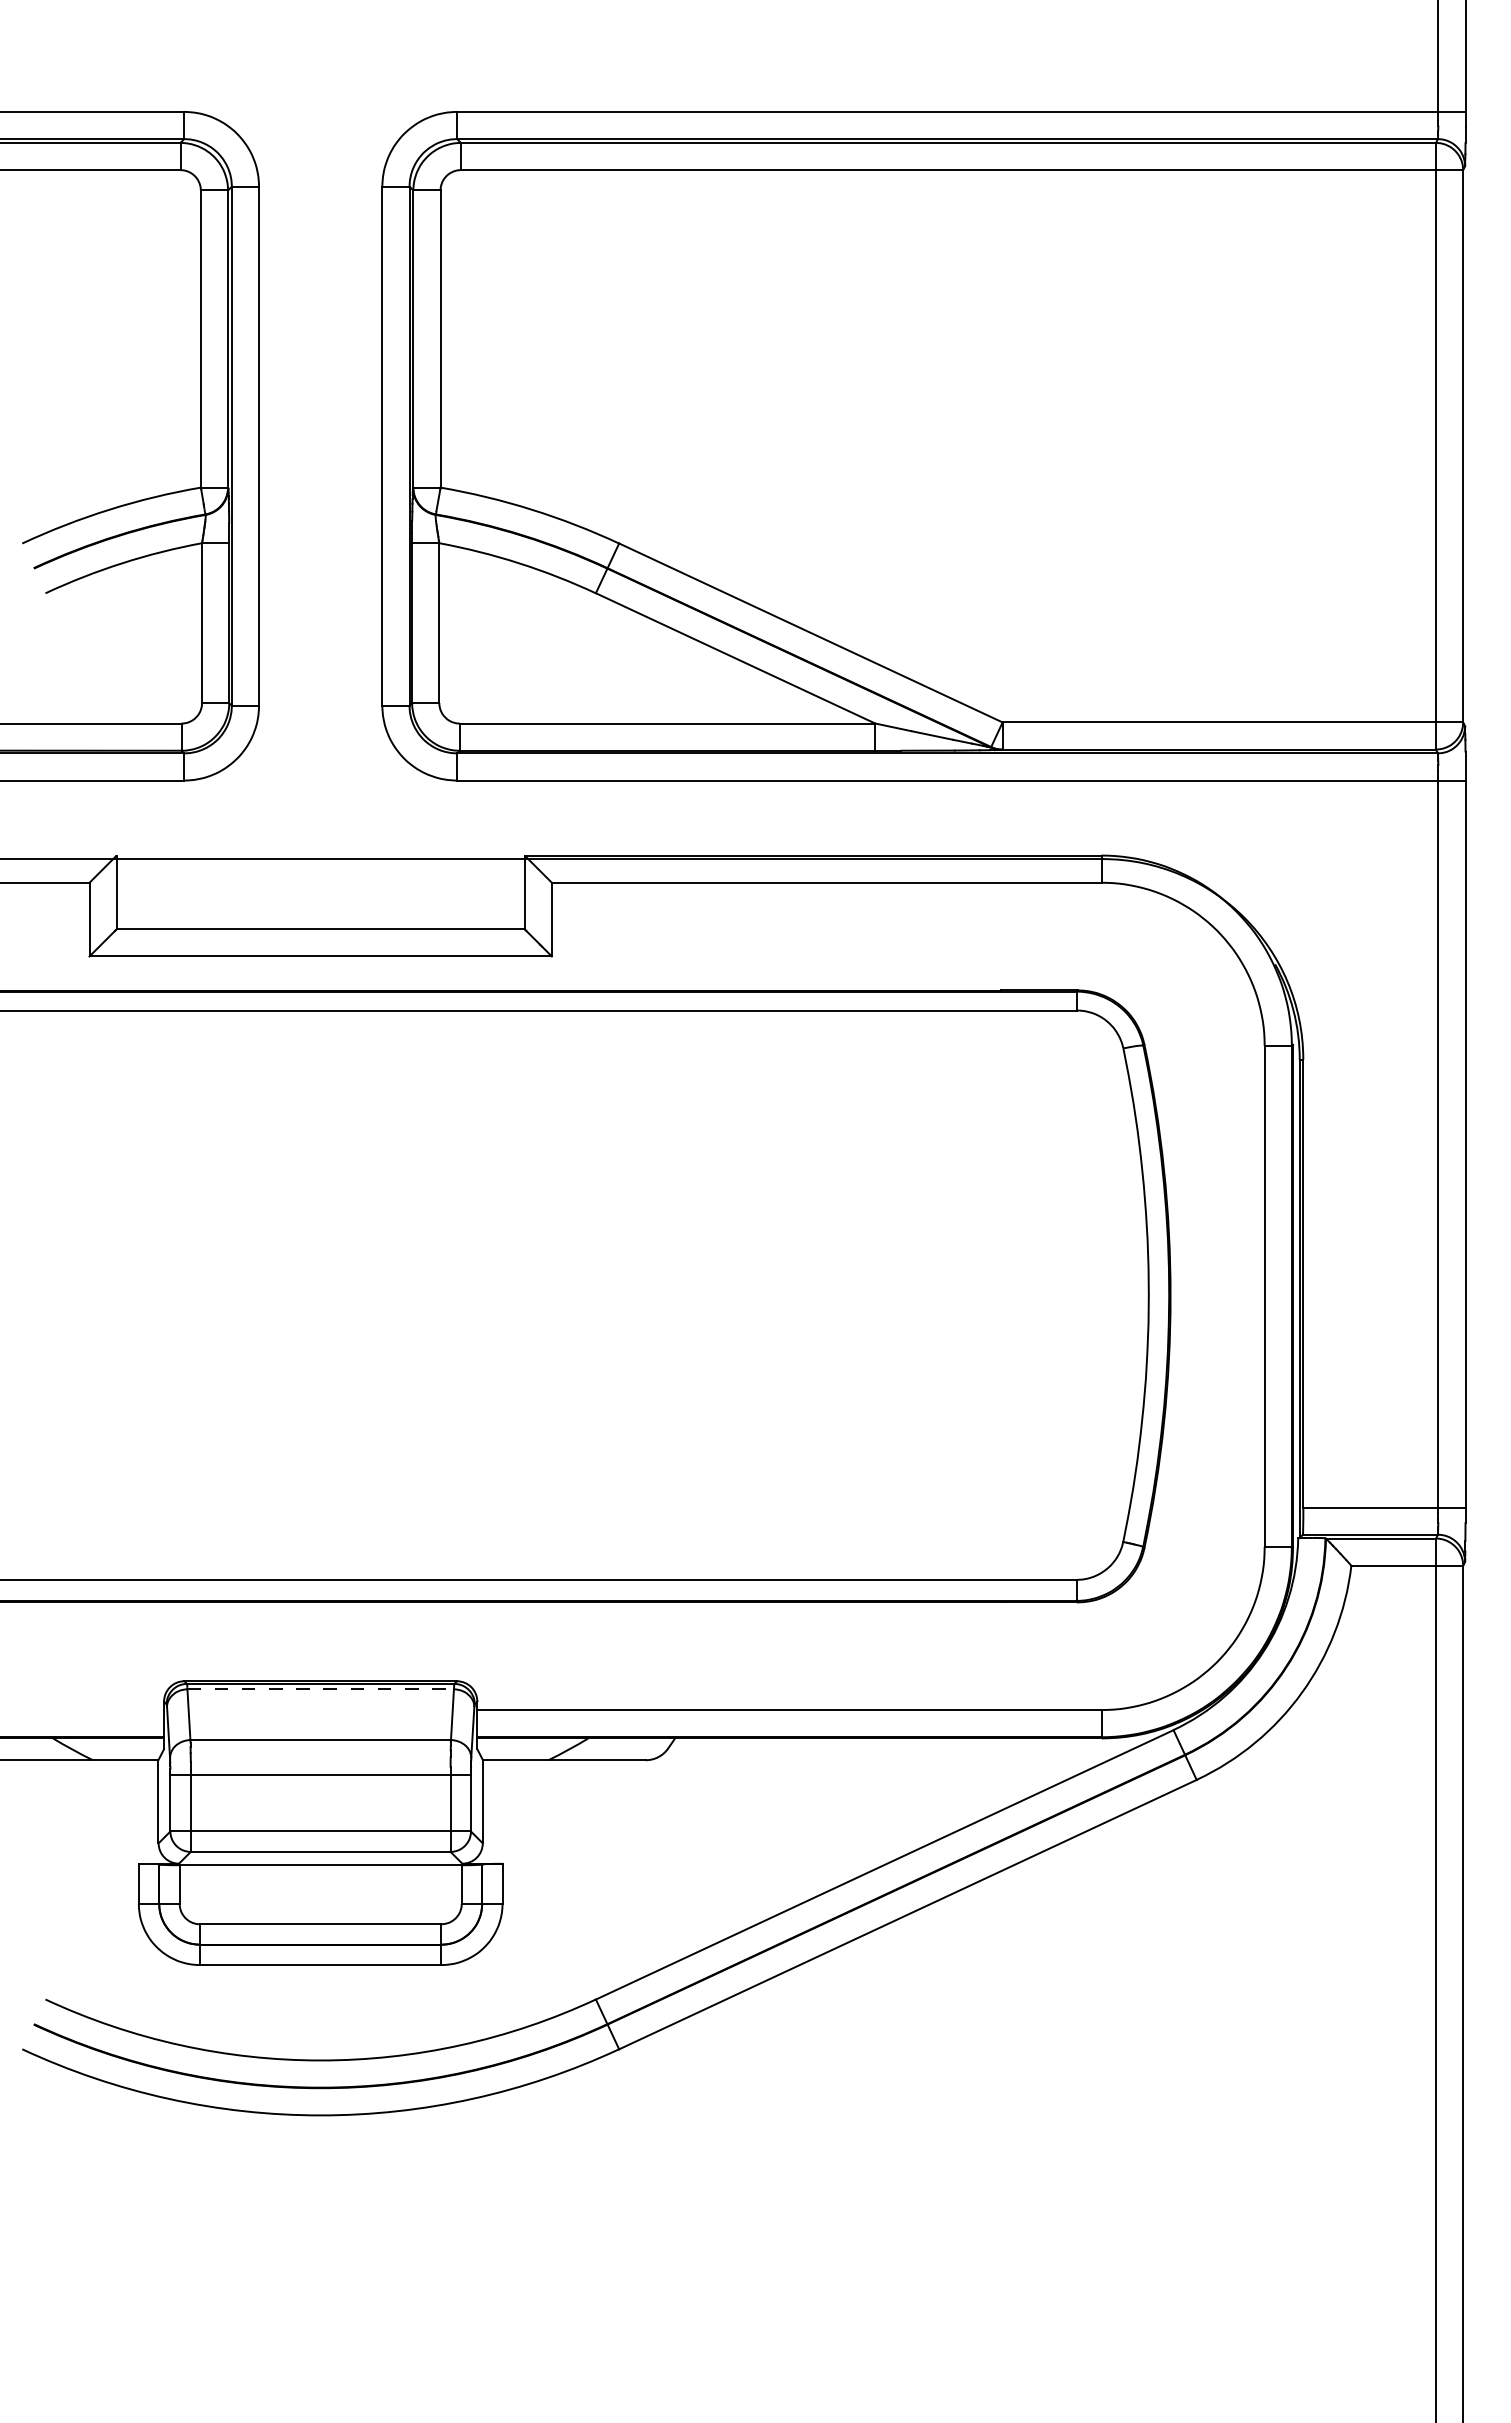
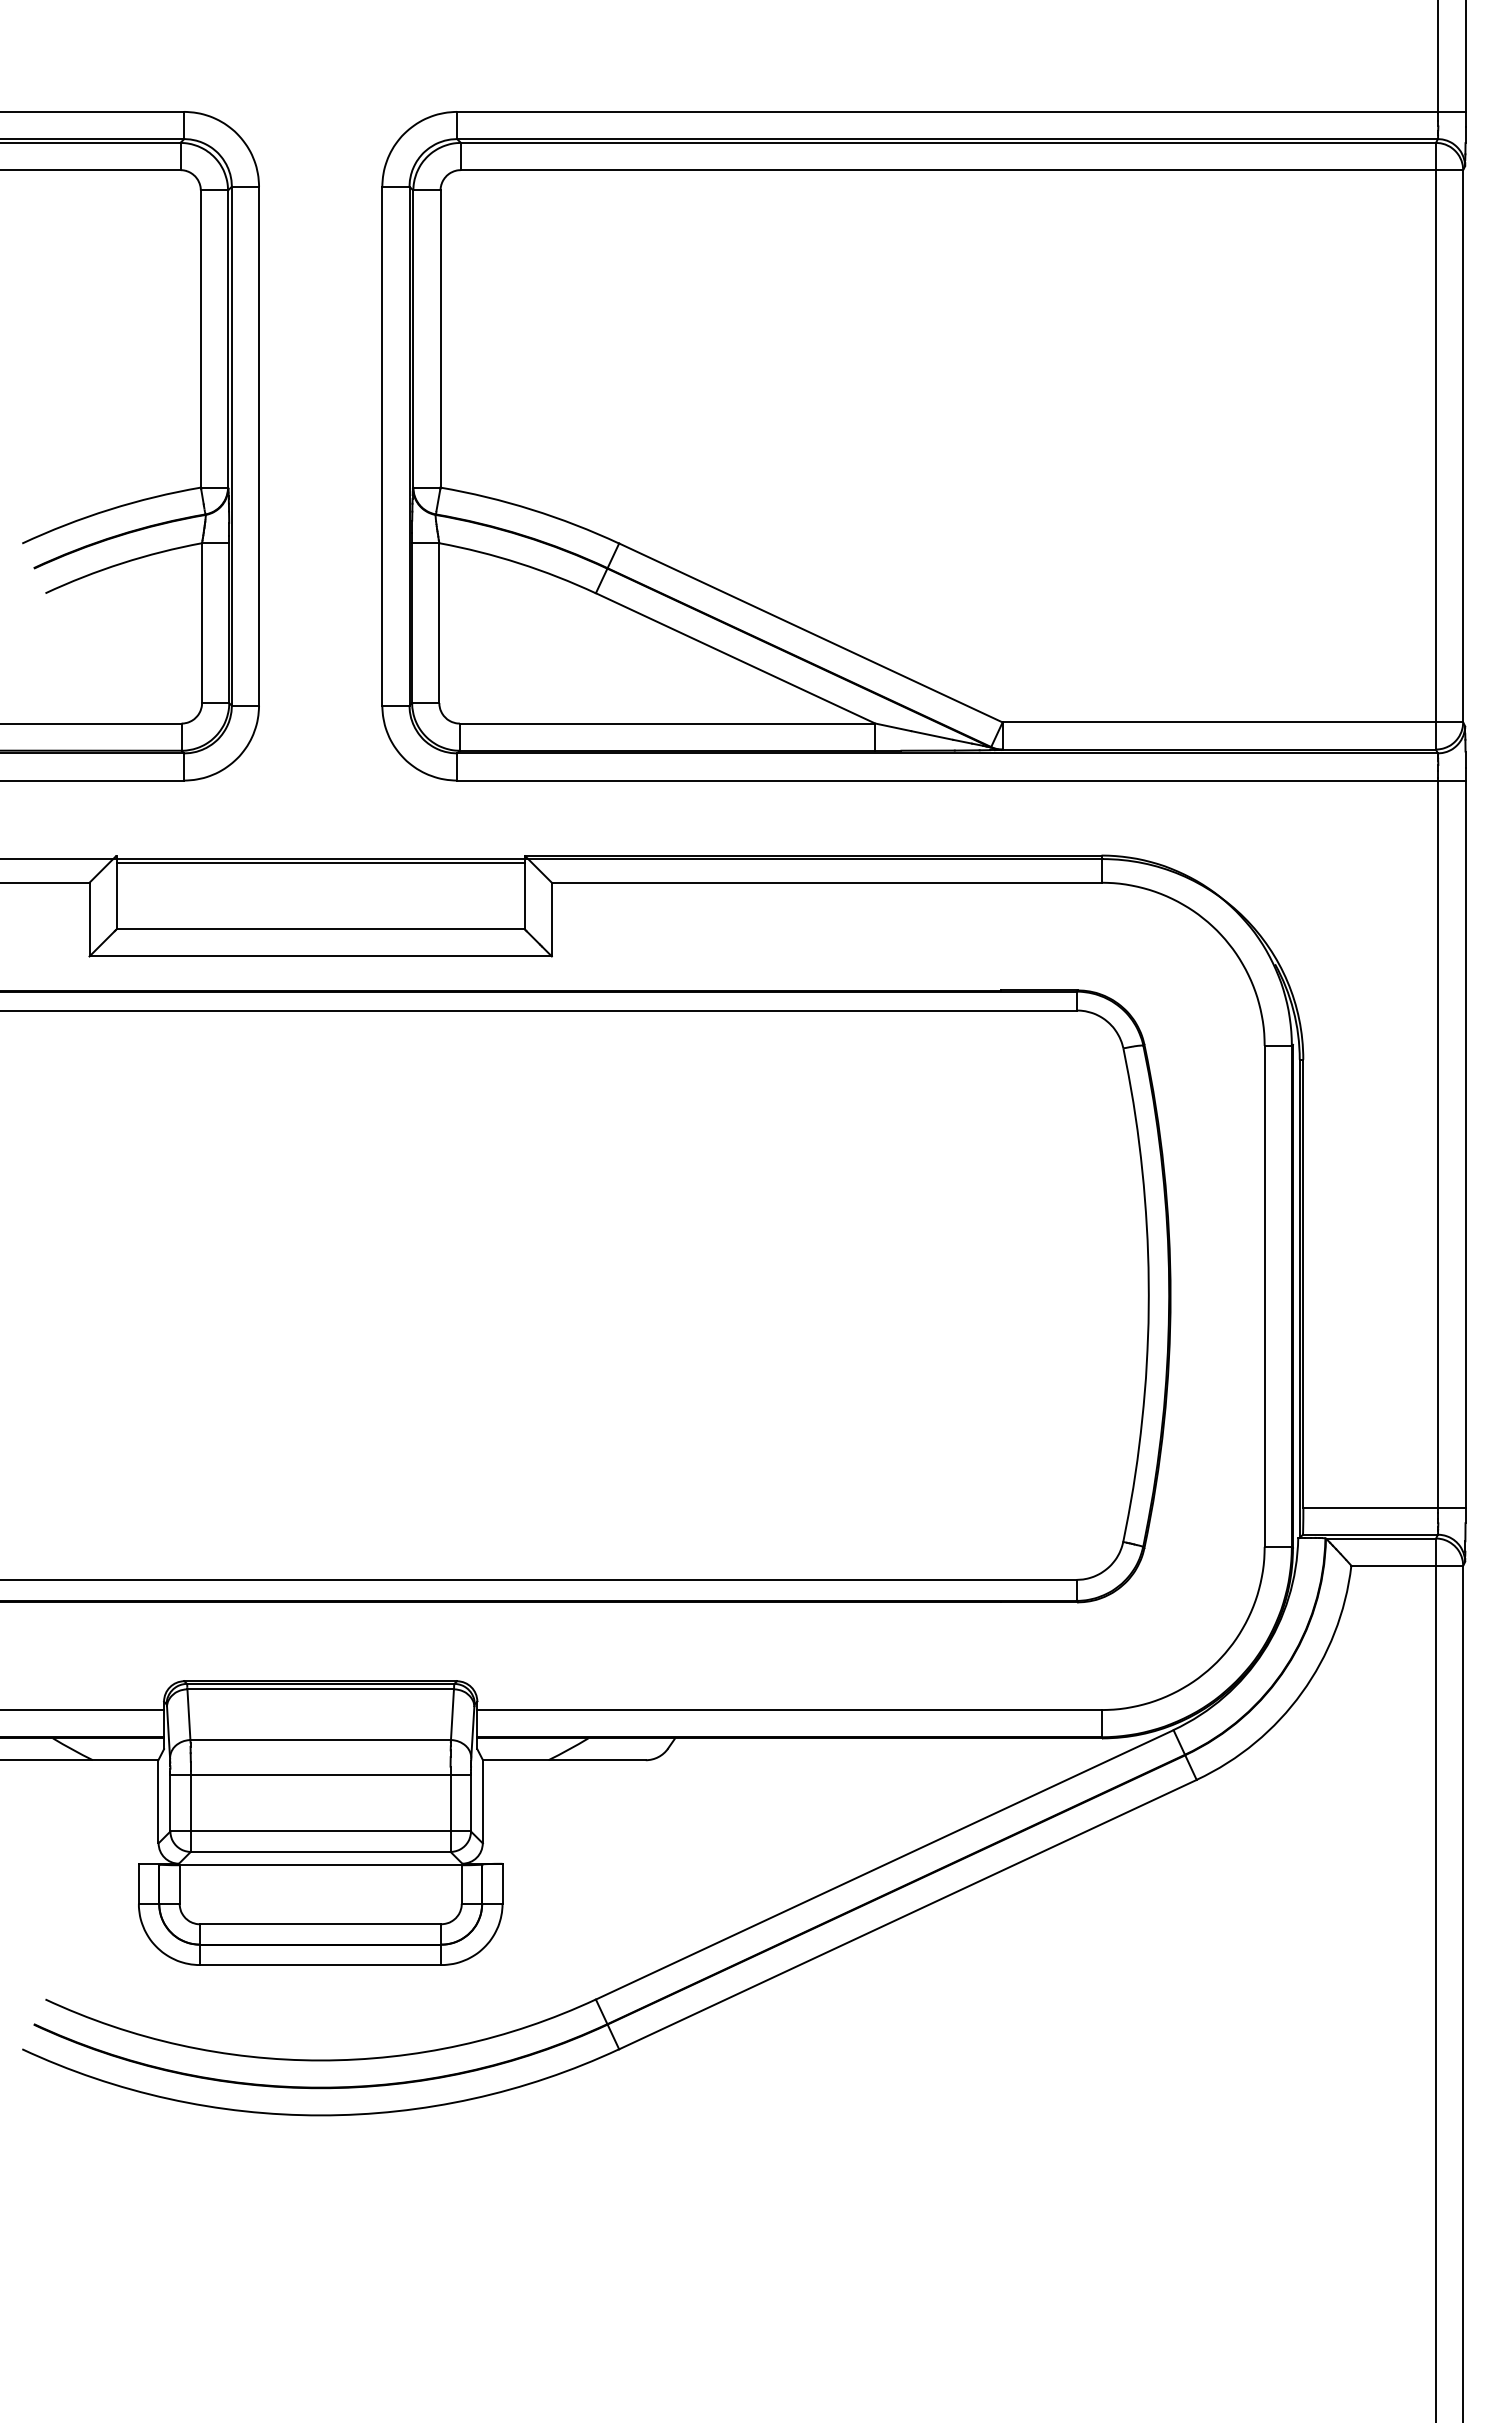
line at (320, 862): none -> present
line at (321, 1689): dashed -> solid
line at (83, 1710): none -> present
